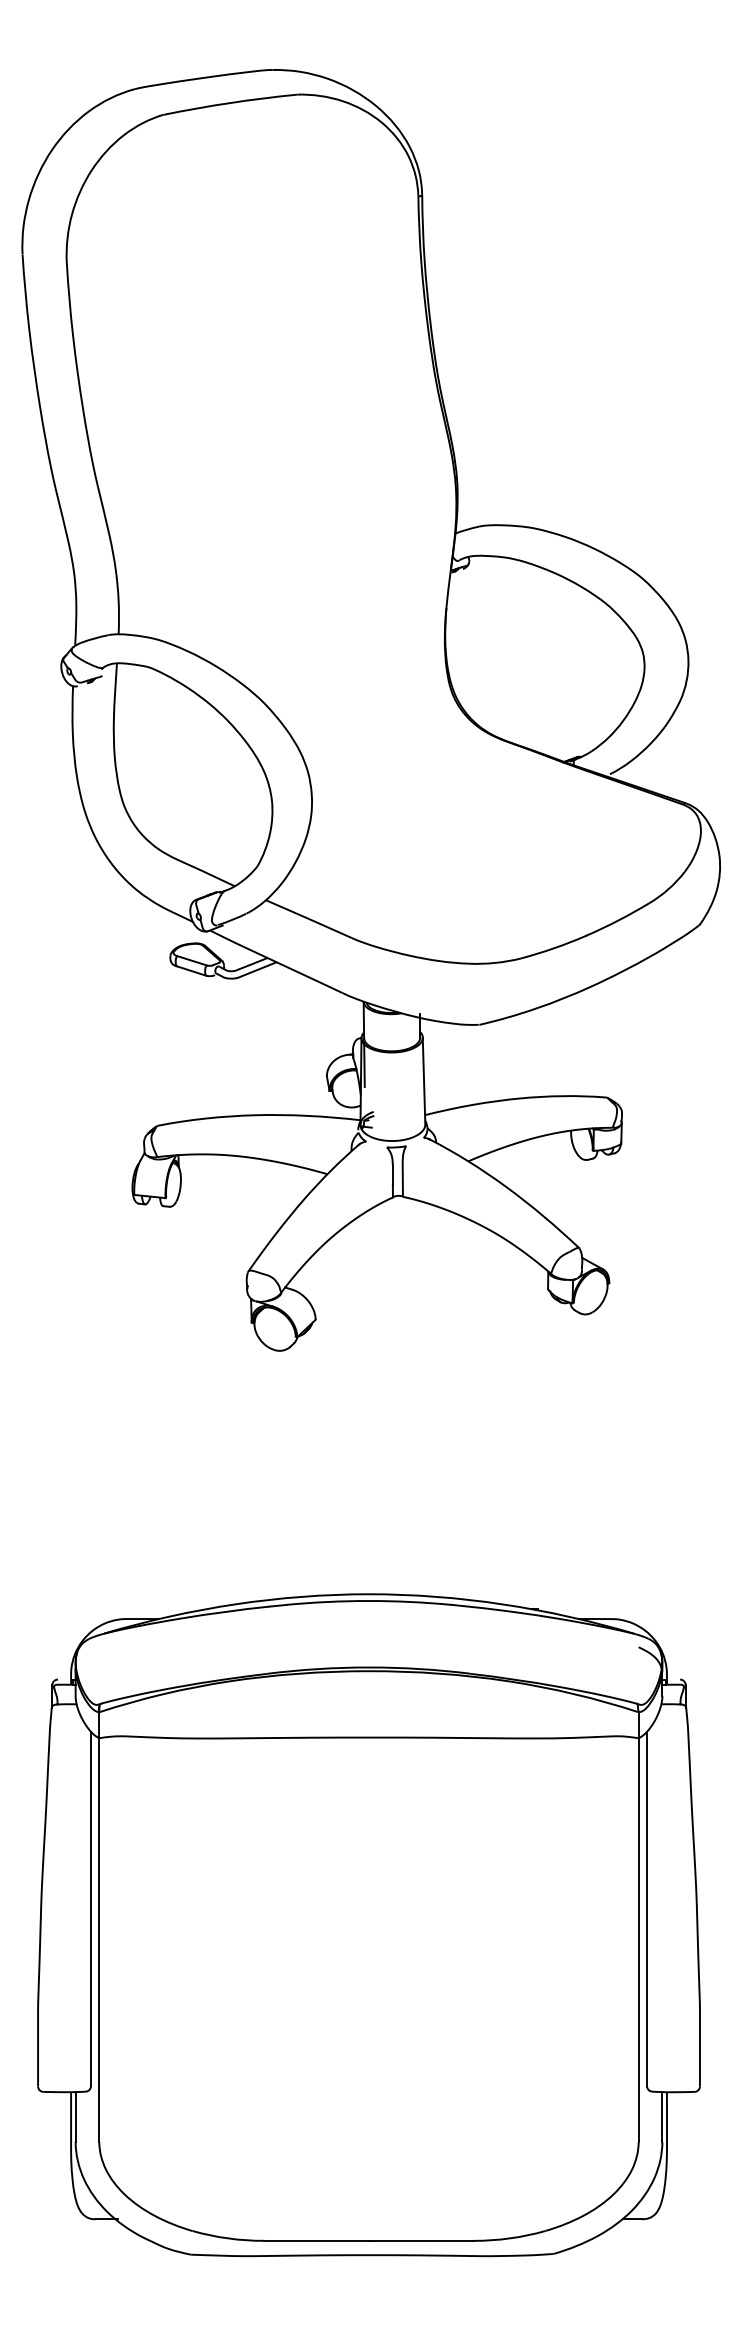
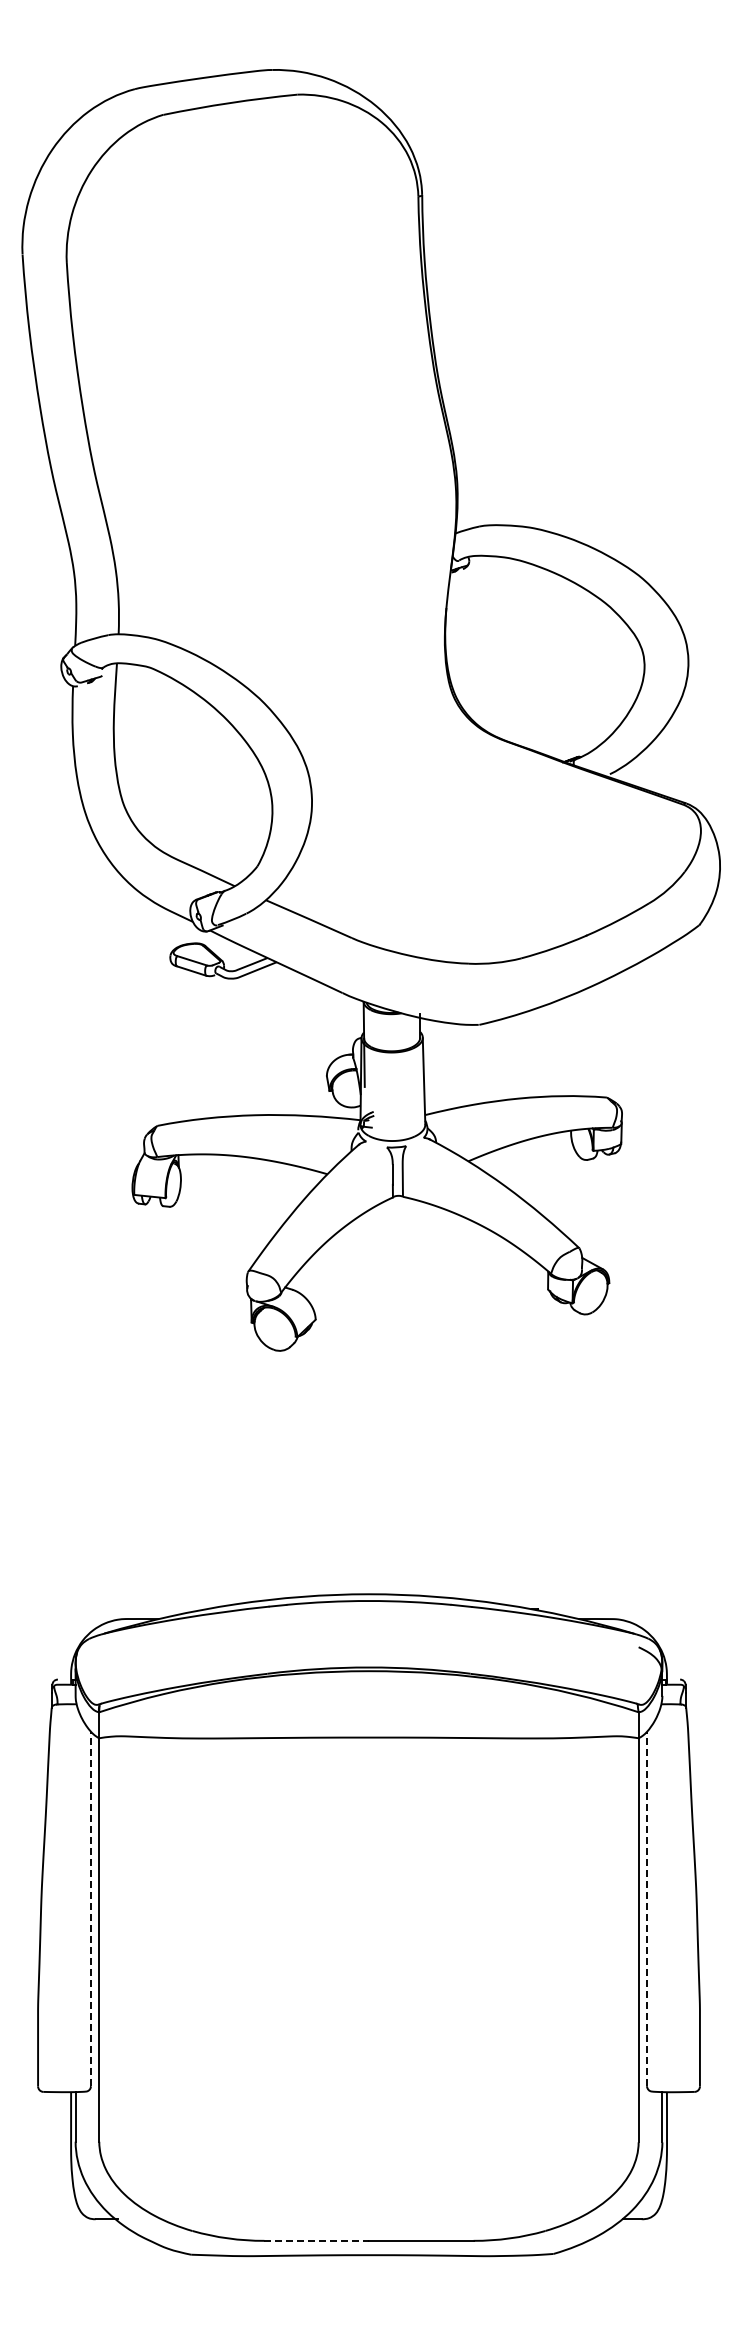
line at (91, 1908): solid -> dashed
line at (647, 1908): solid -> dashed
line at (317, 2240): solid -> dashed
